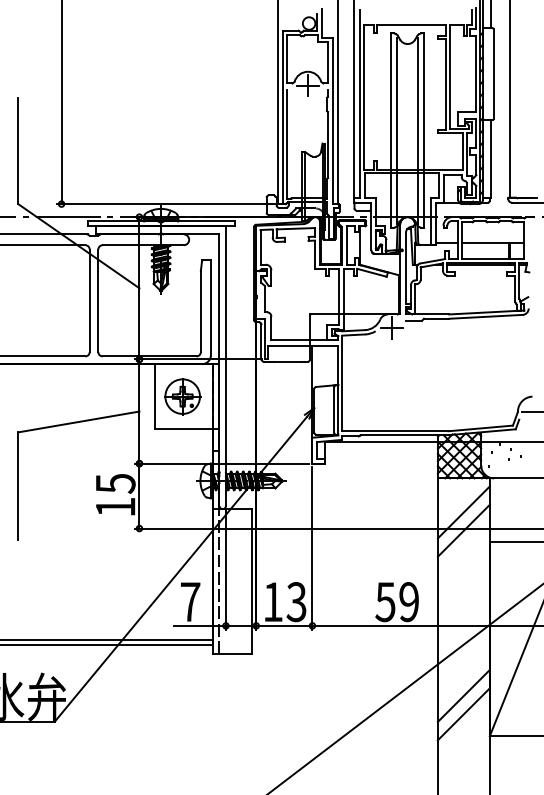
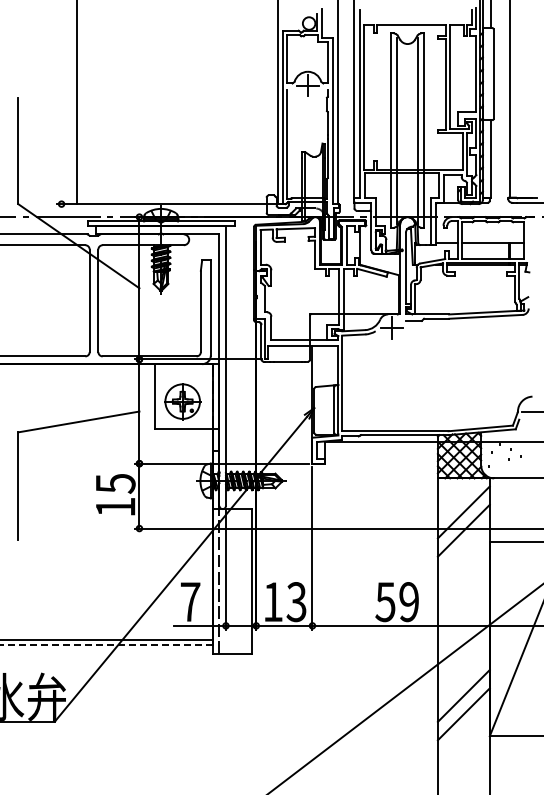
line at (61, 103) position: (61, 103) -> (76, 103)
part at (182, 396) position: (182, 396) -> (182, 401)
line at (106, 645): solid -> dashed
